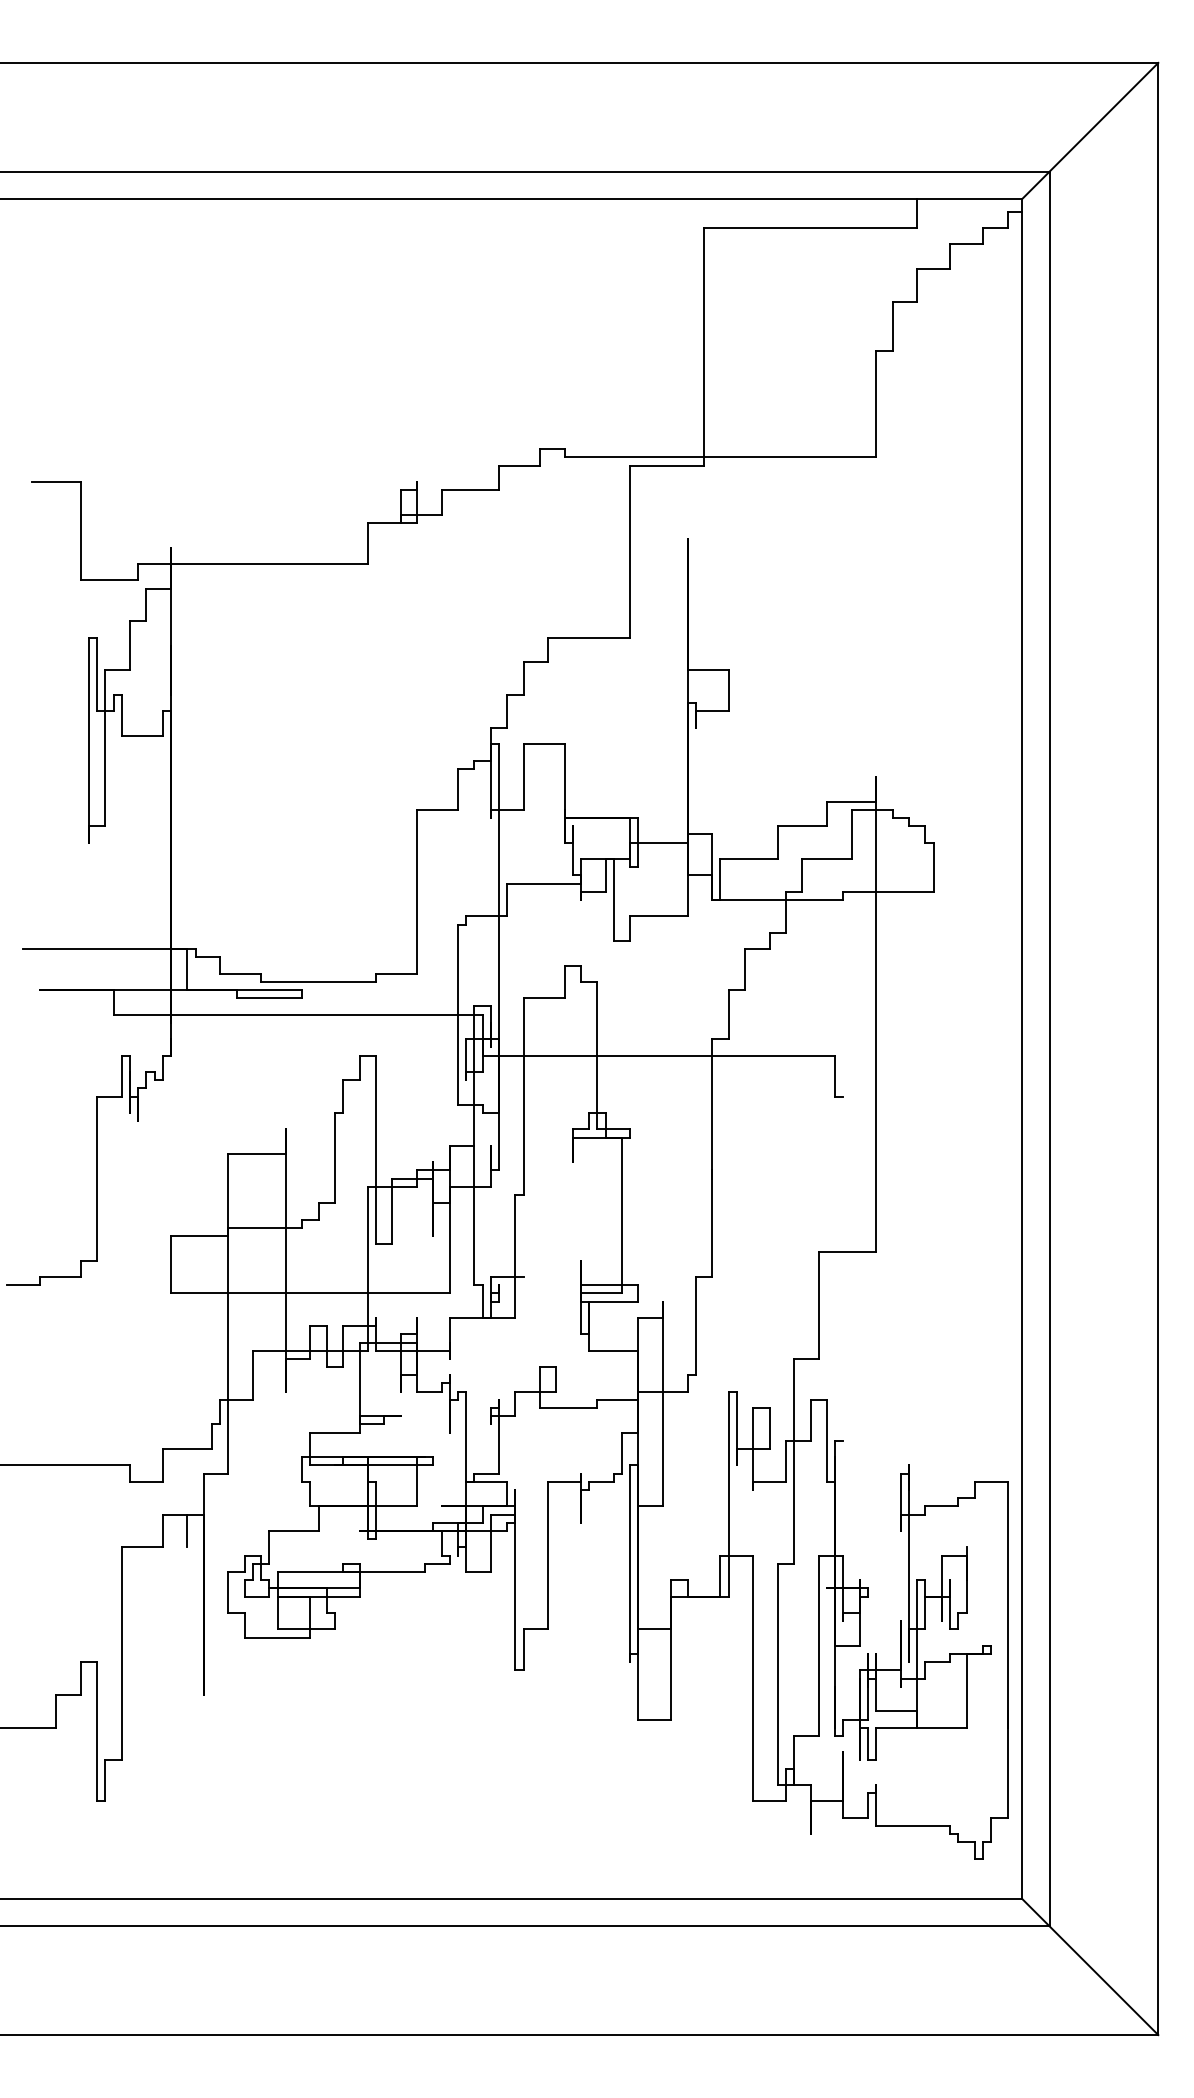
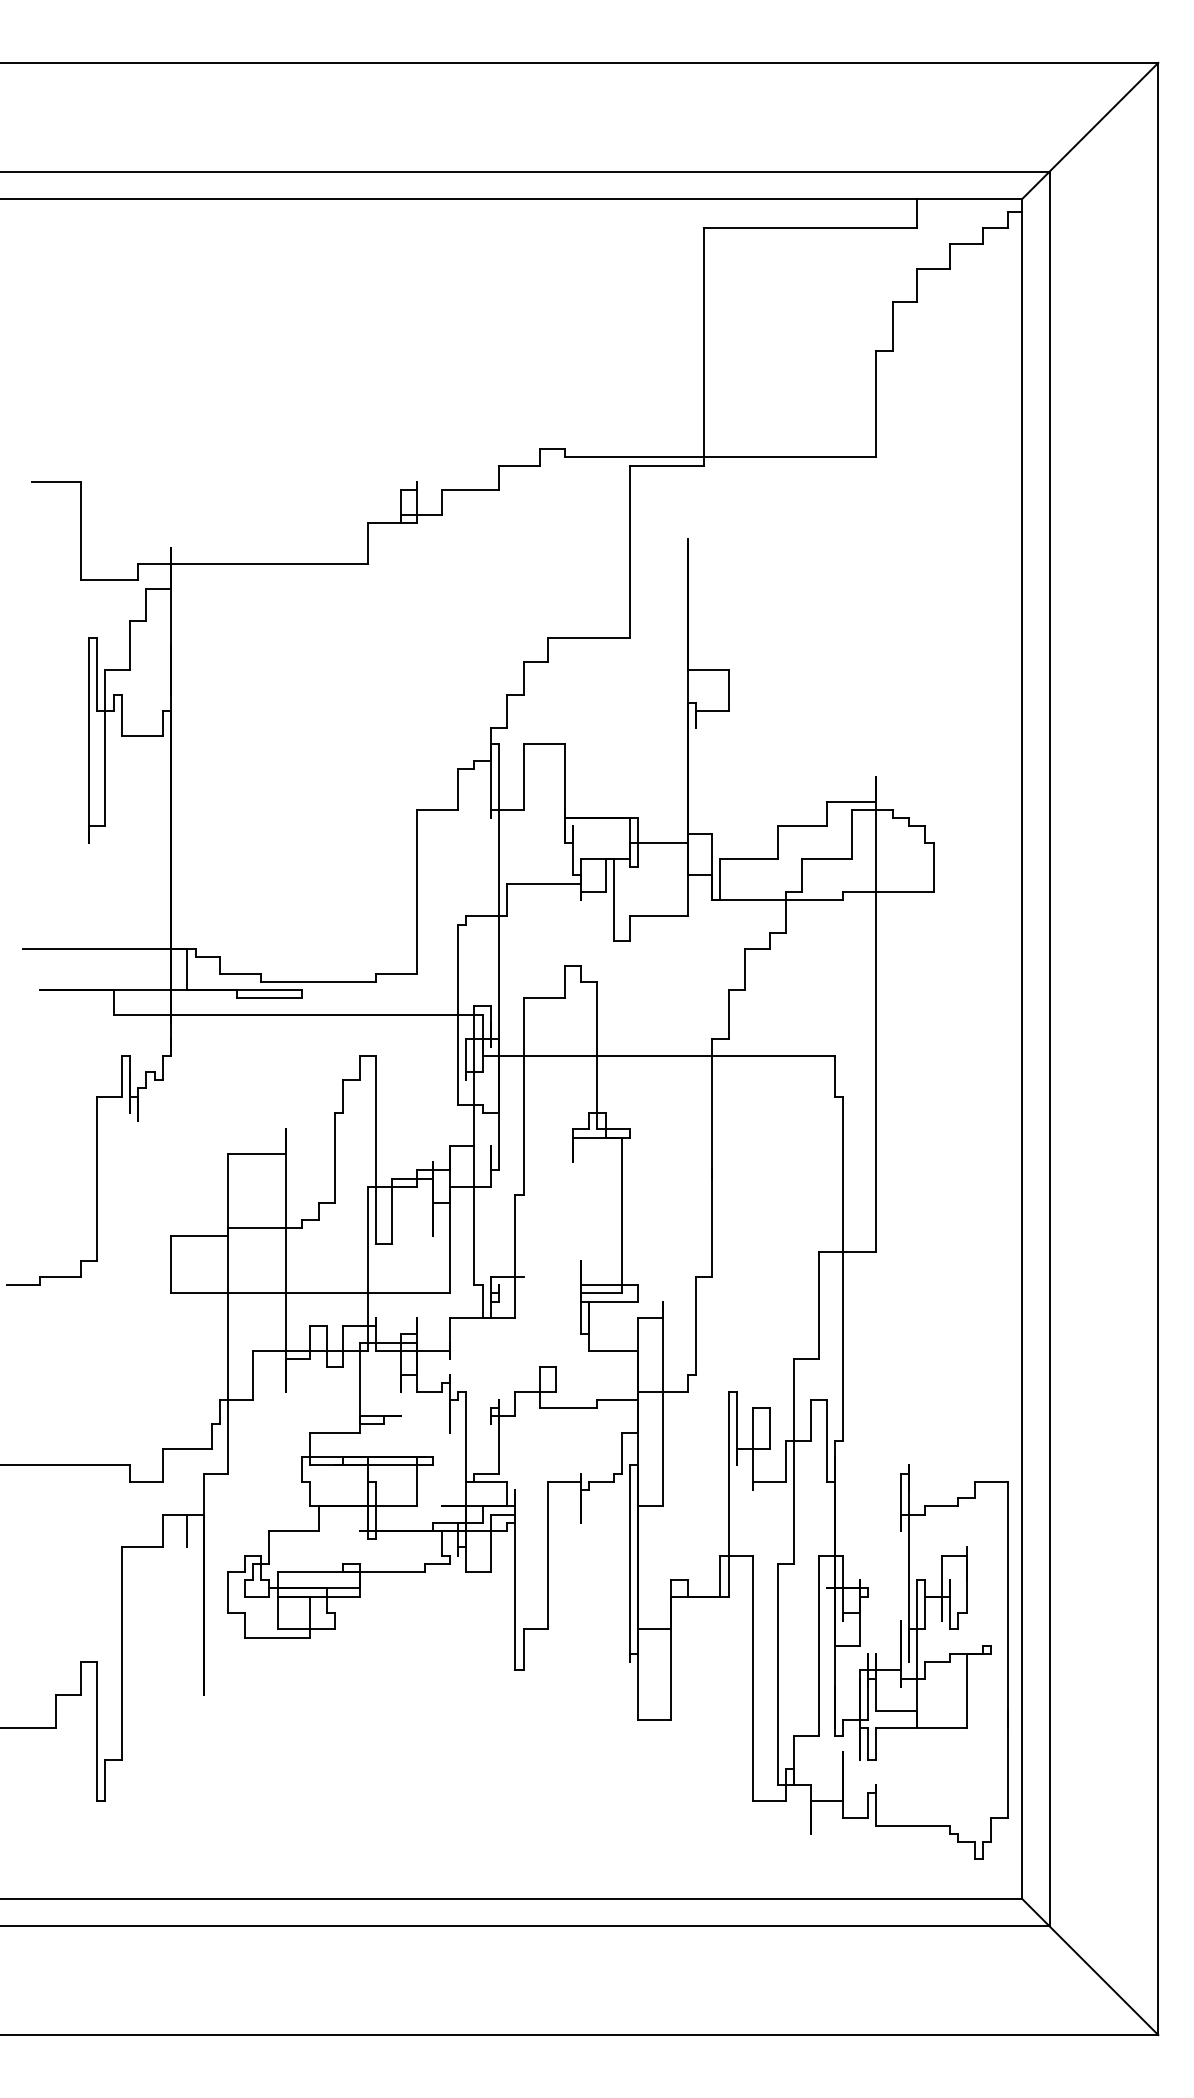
line at (843, 1268): none -> present
